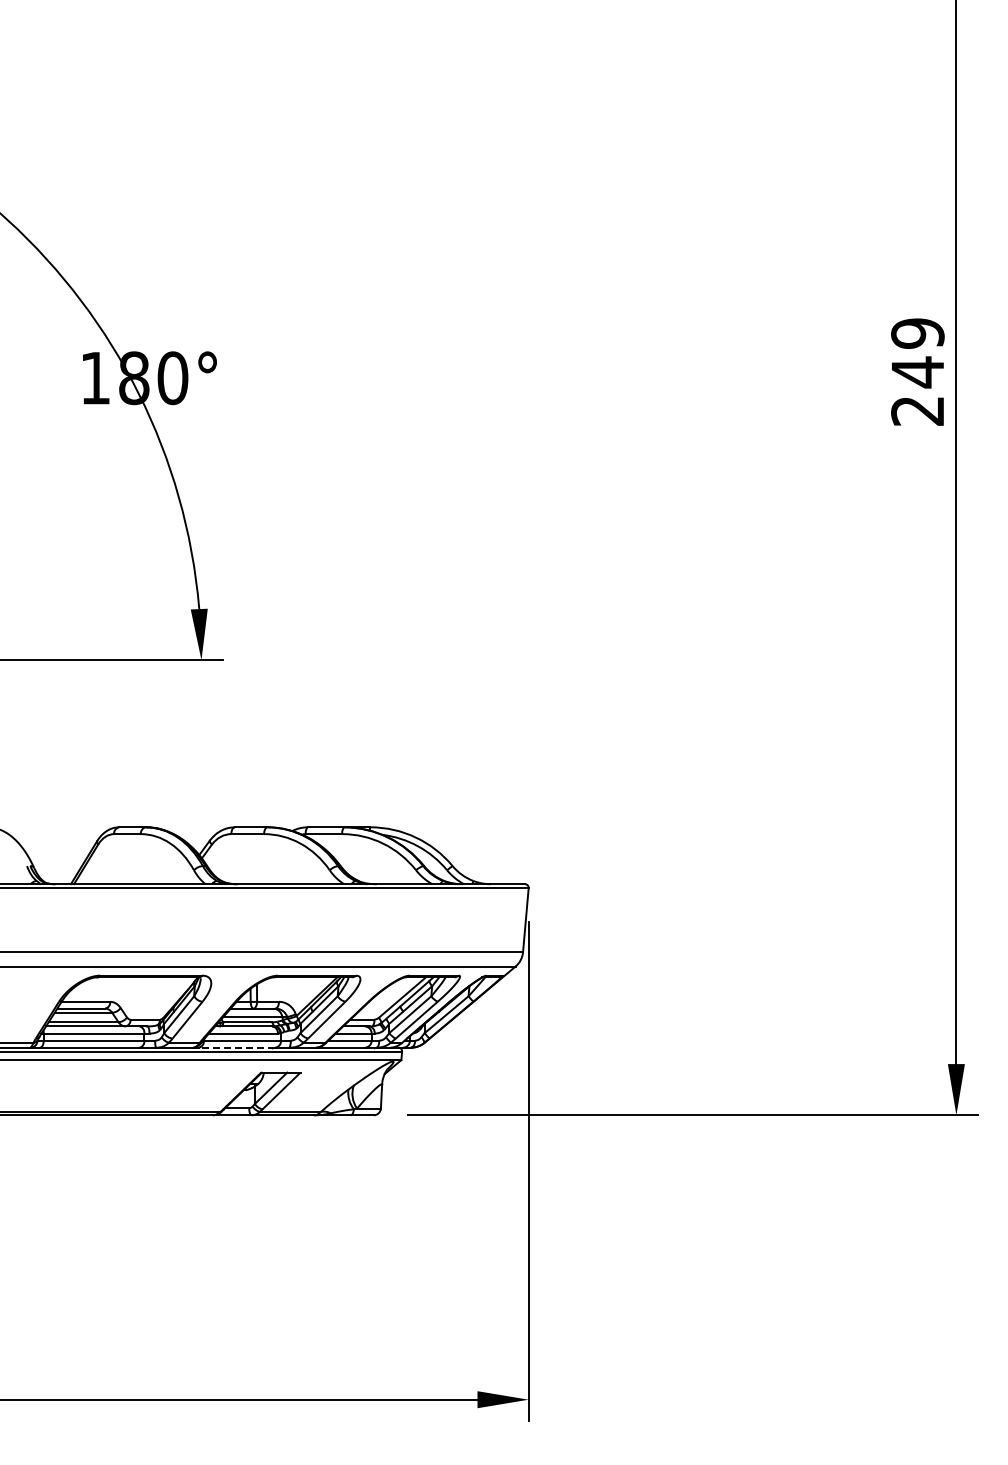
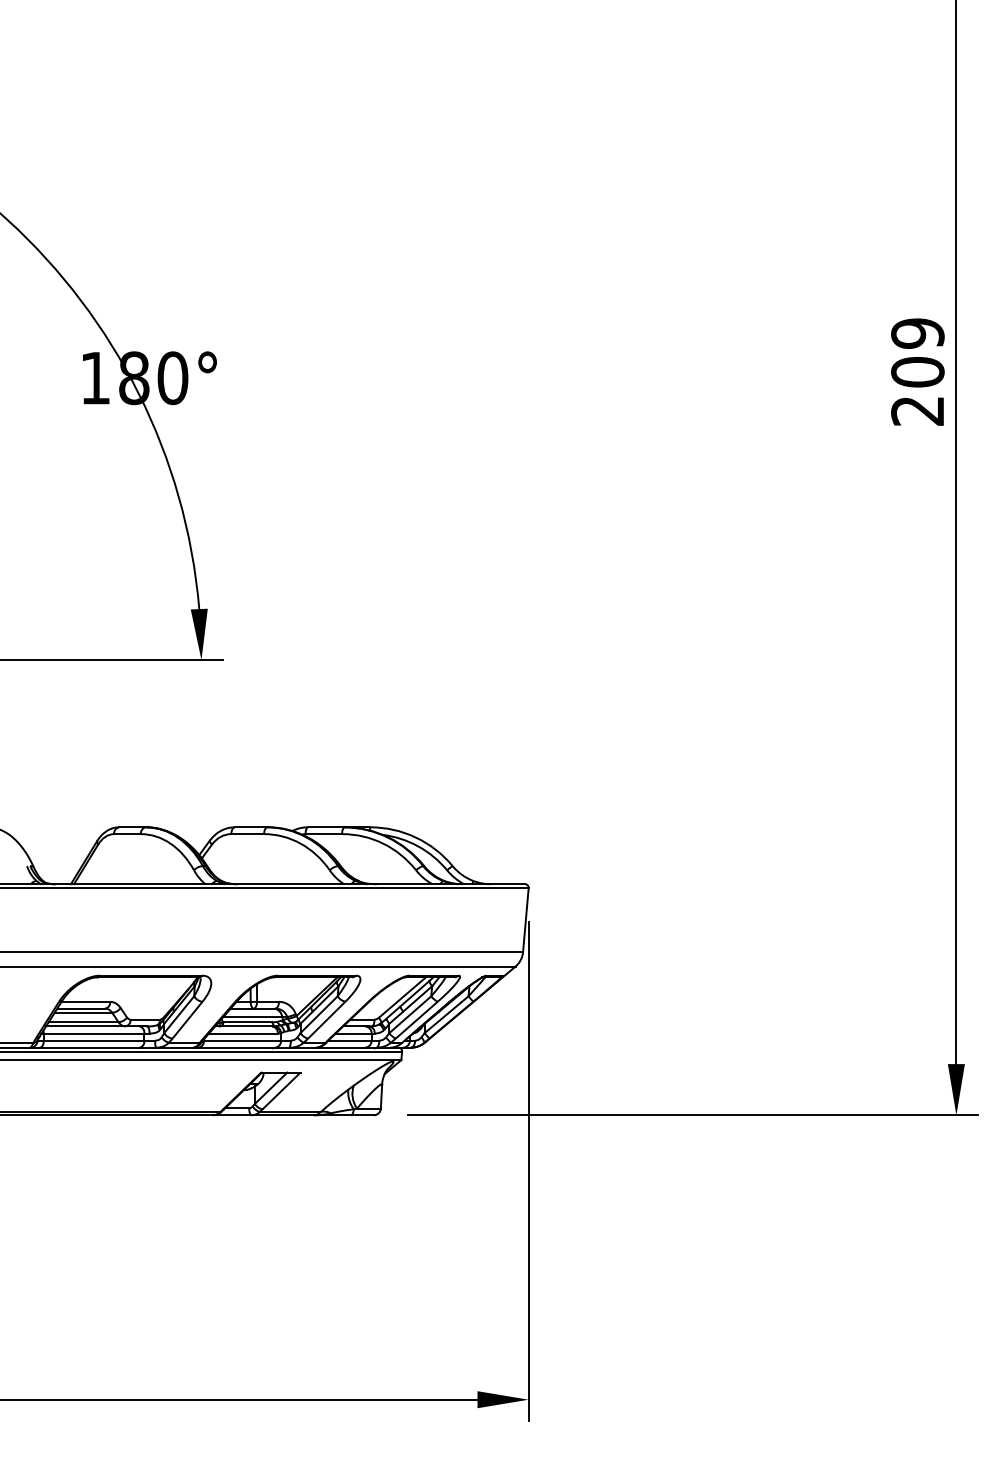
text at (917, 372): 249 -> 209
line at (236, 1047): dashed -> solid
